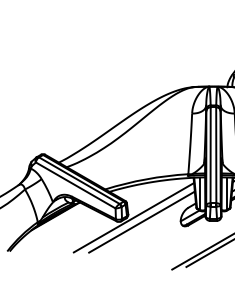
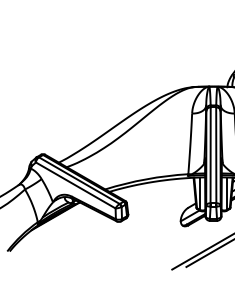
line at (133, 217): present -> none
line at (141, 221): present -> none
